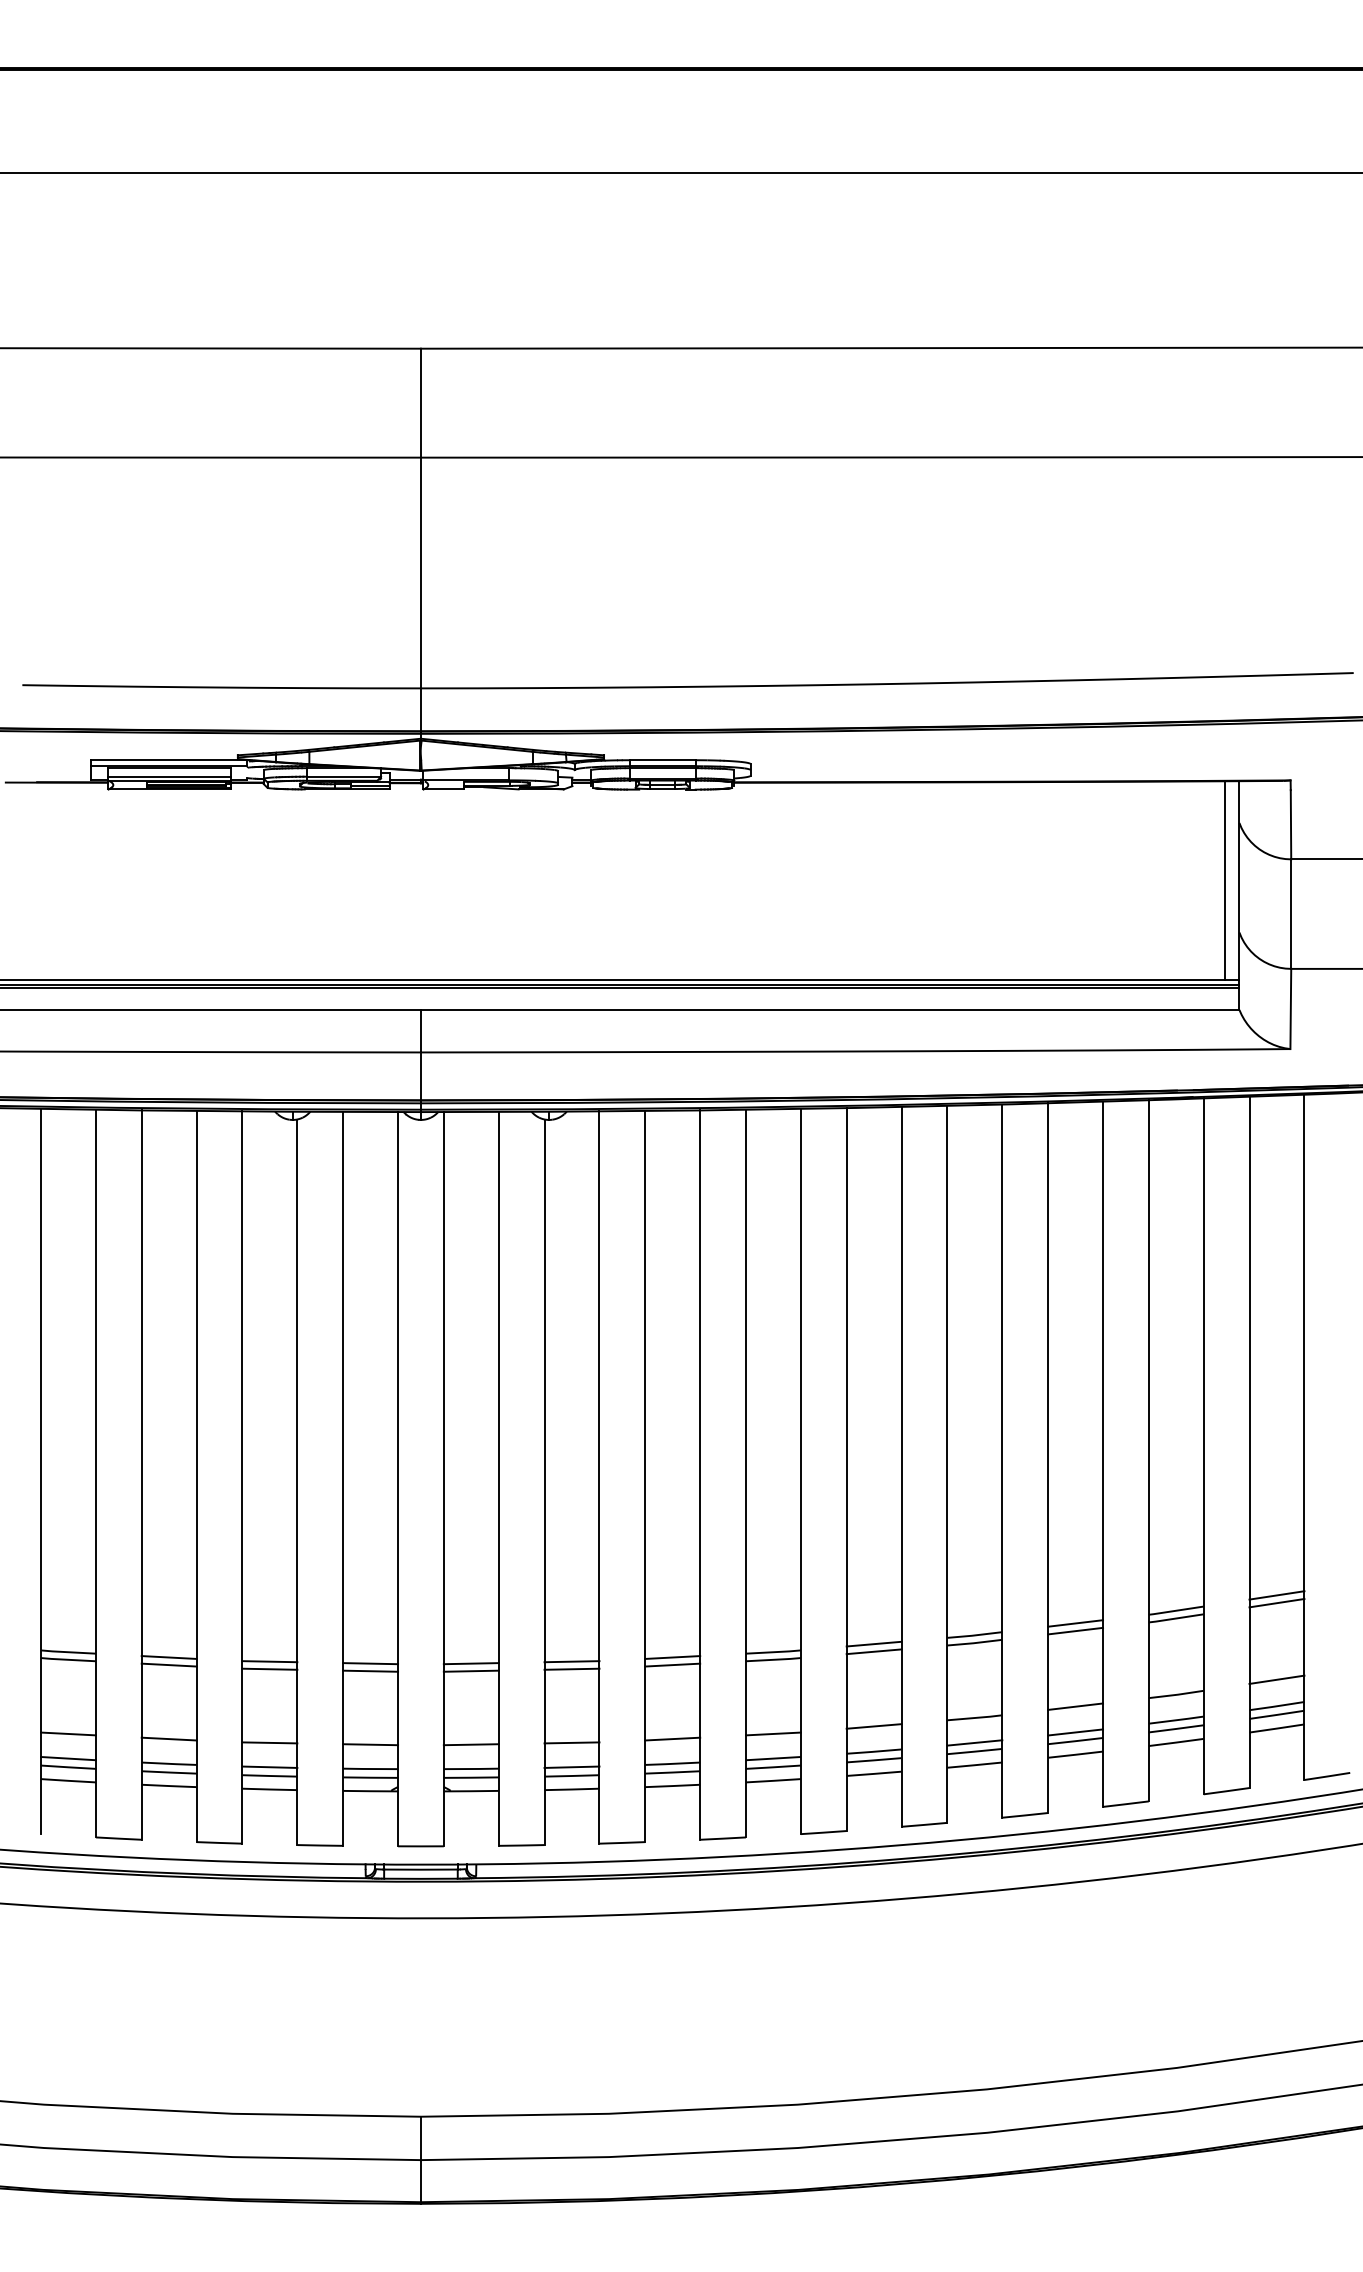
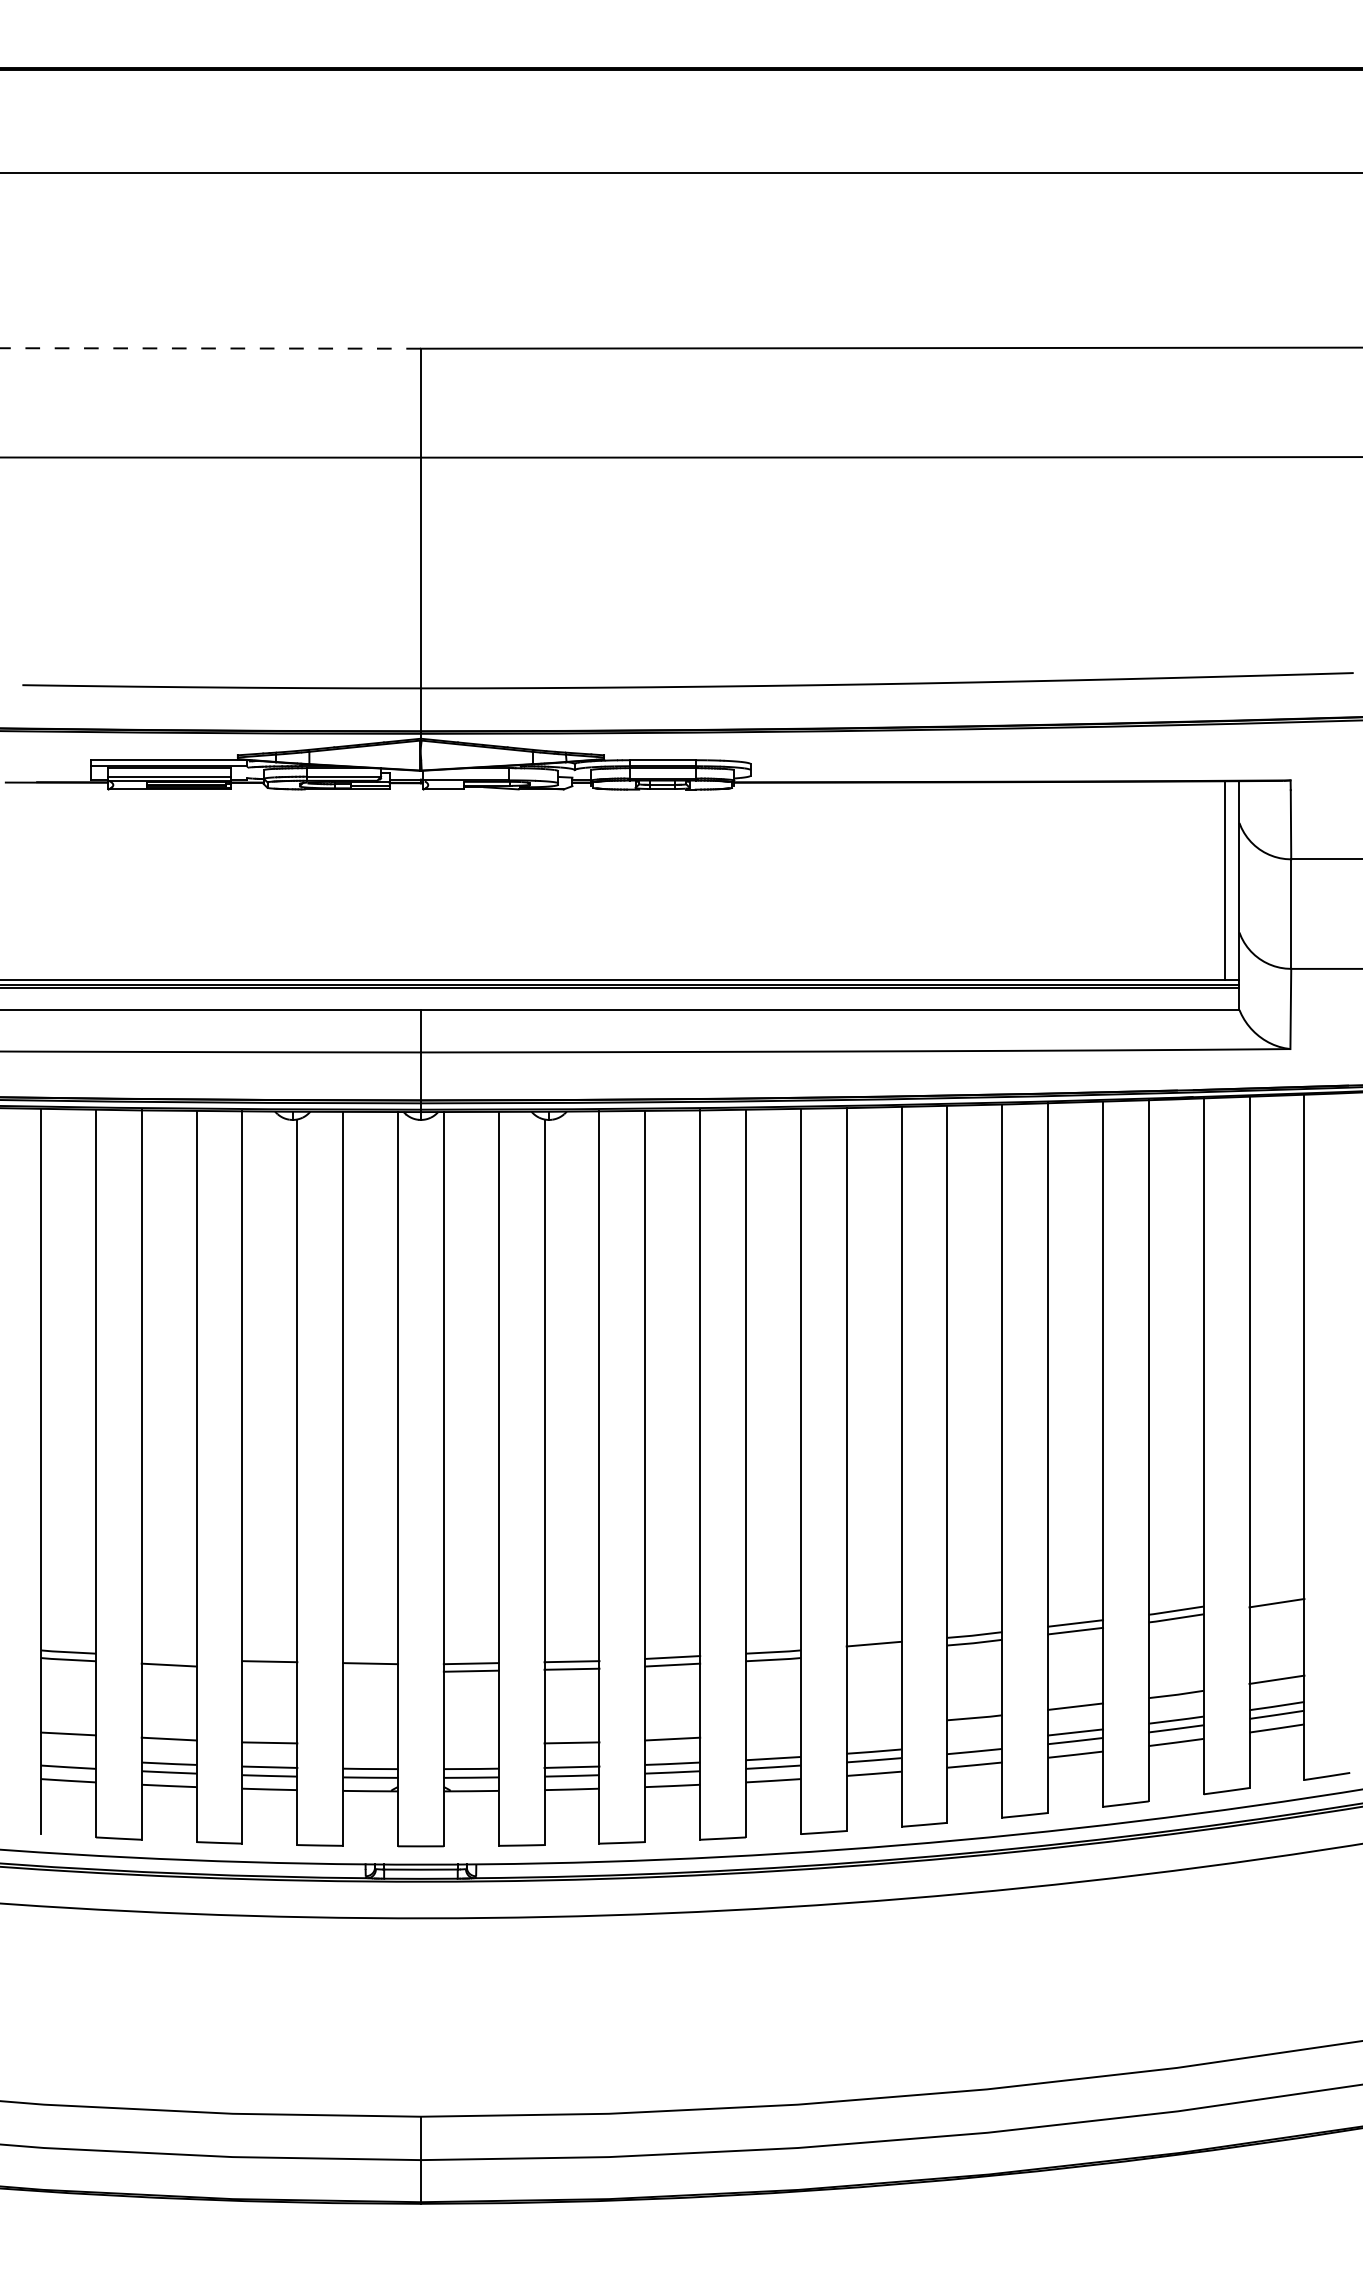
line at (210, 348): solid -> dashed
line at (1276, 1595): present -> none
line at (873, 1651): present -> none
line at (168, 1657): present -> none
line at (269, 1668): present -> none
line at (370, 1670): present -> none
line at (873, 1726): present -> none
line at (772, 1733): present -> none
line at (974, 1742): present -> none
line at (370, 1744): present -> none
line at (470, 1744): present -> none
line at (68, 1758): present -> none
